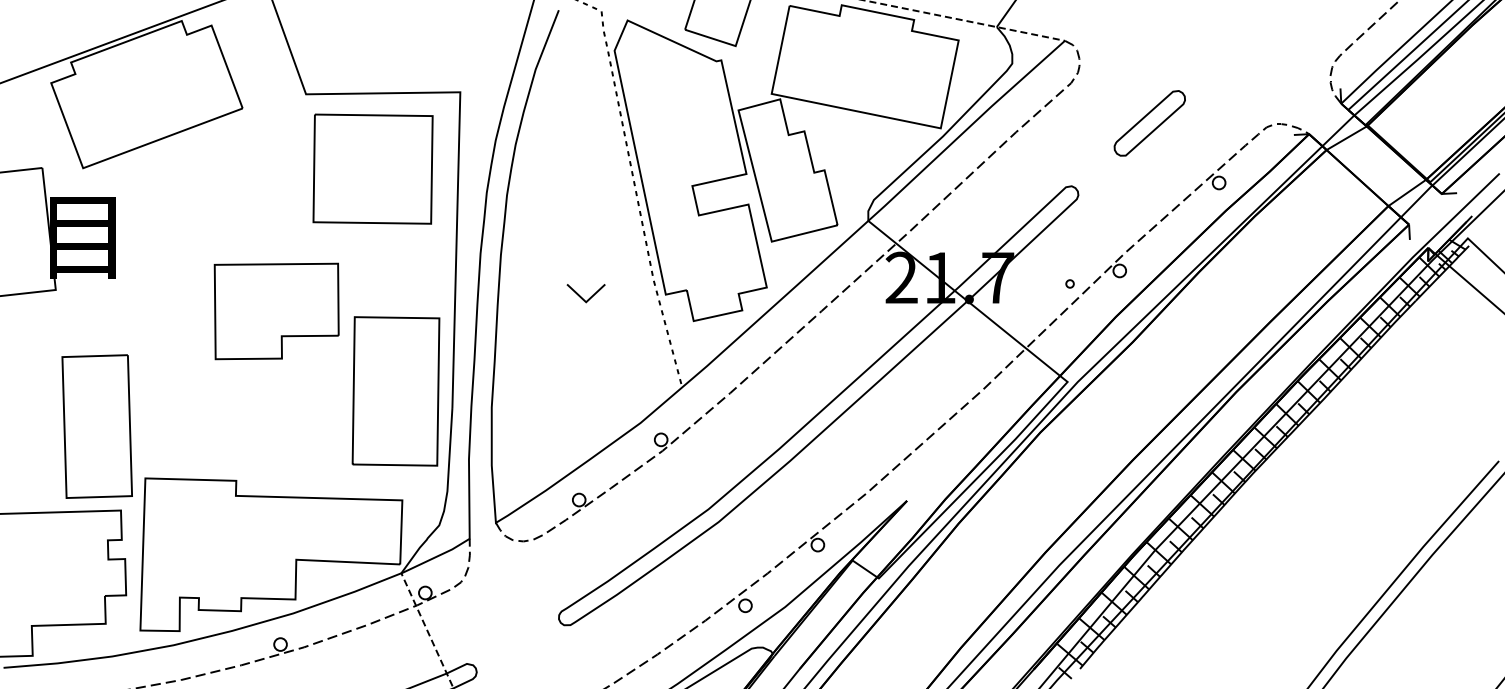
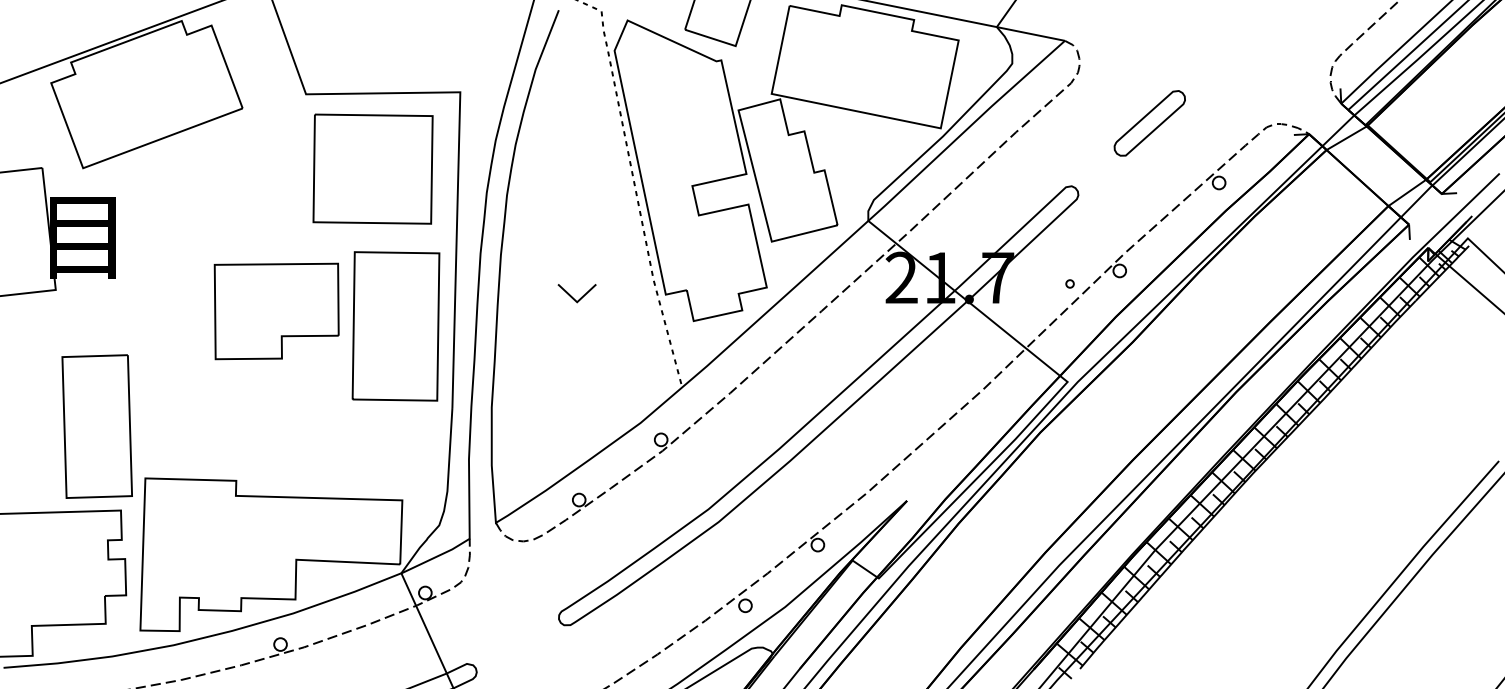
line at (964, 20): dashed -> solid
part at (585, 293) position: (585, 293) -> (576, 293)
part at (395, 391) position: (395, 391) -> (395, 326)
line at (427, 630): dashed -> solid
